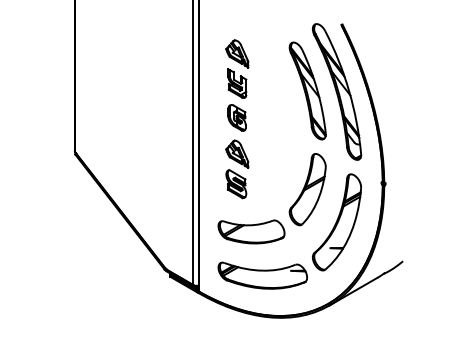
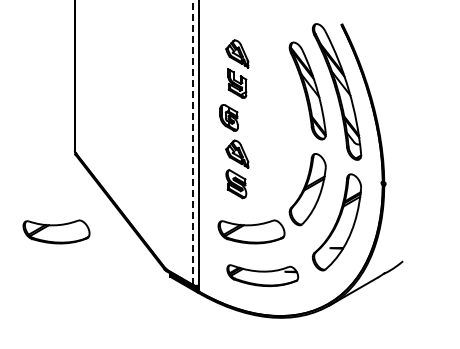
part at (236, 117) position: (236, 117) -> (228, 117)
line at (193, 142): solid -> dashed
part at (56, 231): none -> present
part at (262, 275) size: 91x29 px -> 74x24 px
